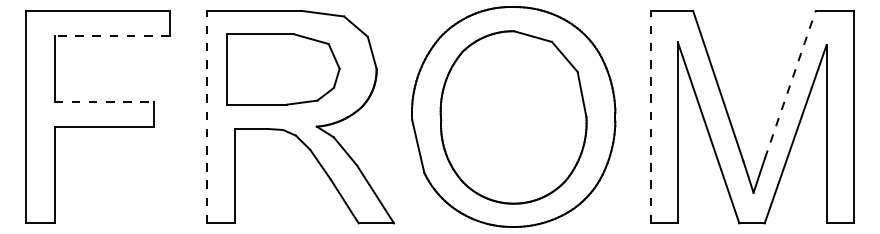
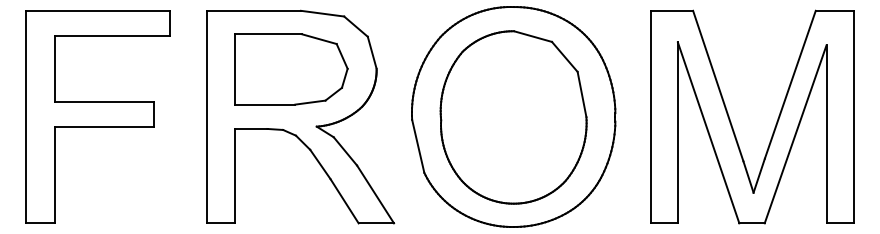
line at (112, 35): dashed -> solid
part at (283, 69) position: (283, 69) -> (291, 69)
line at (790, 84): dashed -> solid
line at (104, 101): dashed -> solid
line at (206, 116): dashed -> solid
line at (650, 116): dashed -> solid
